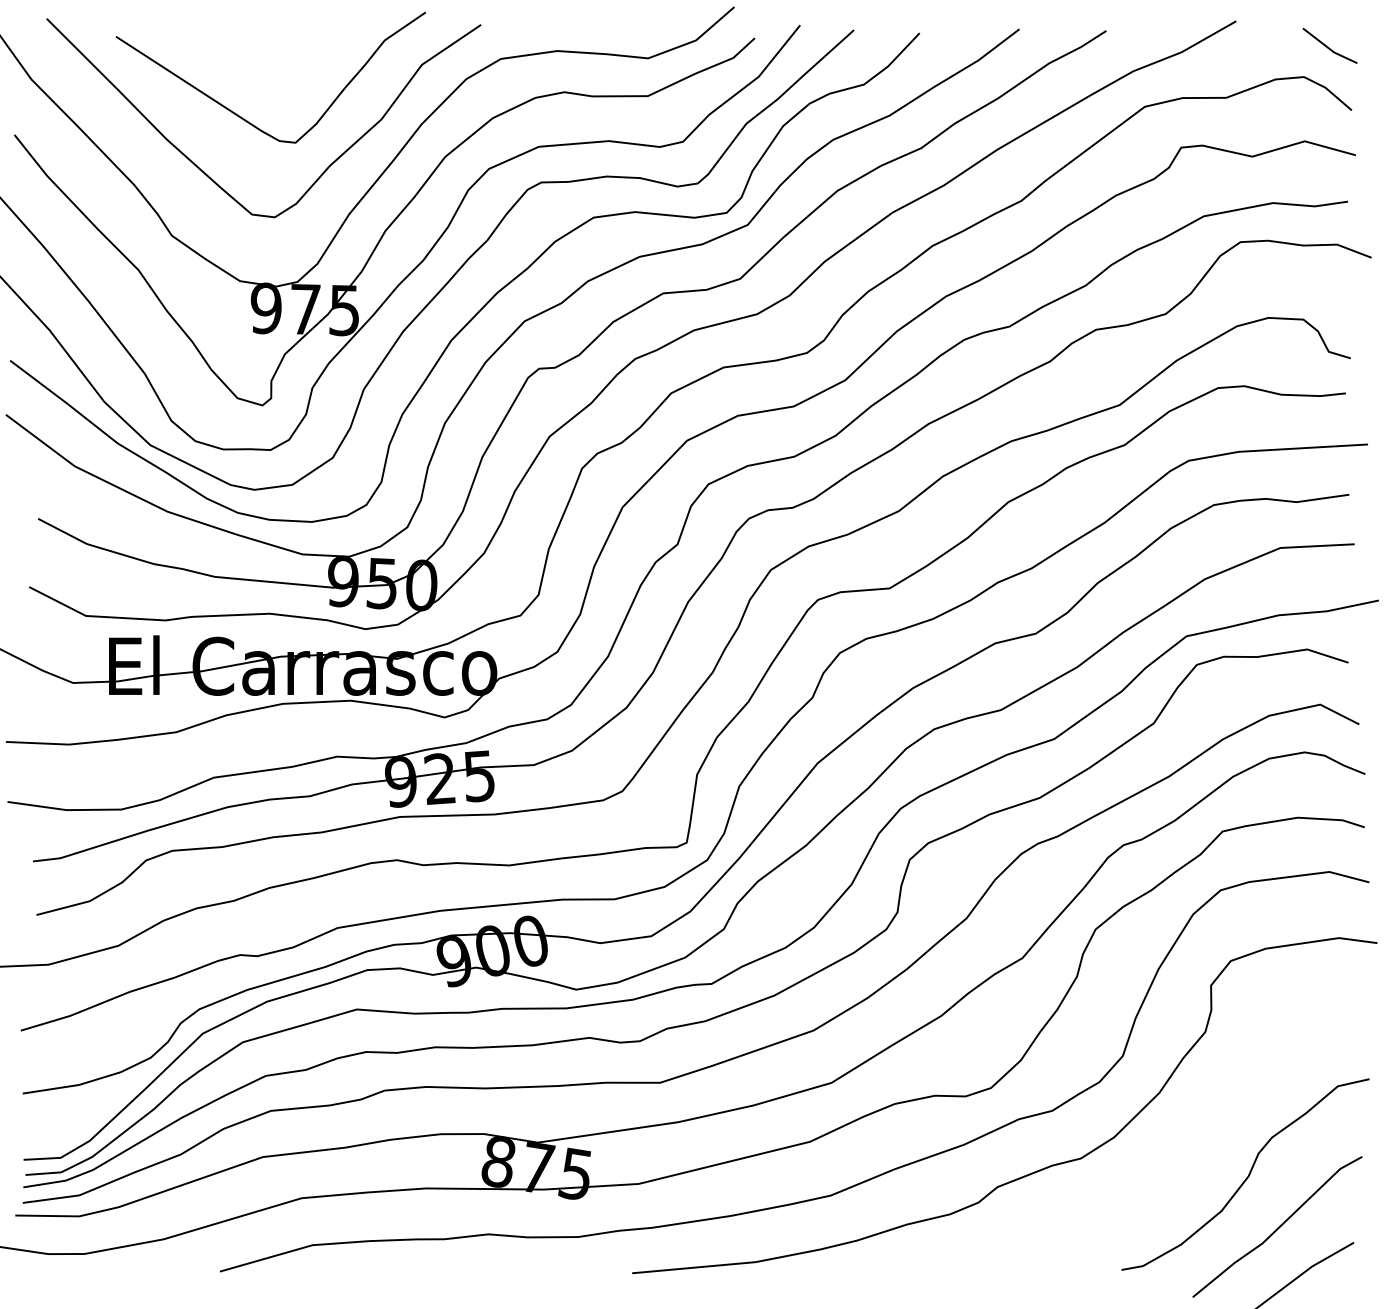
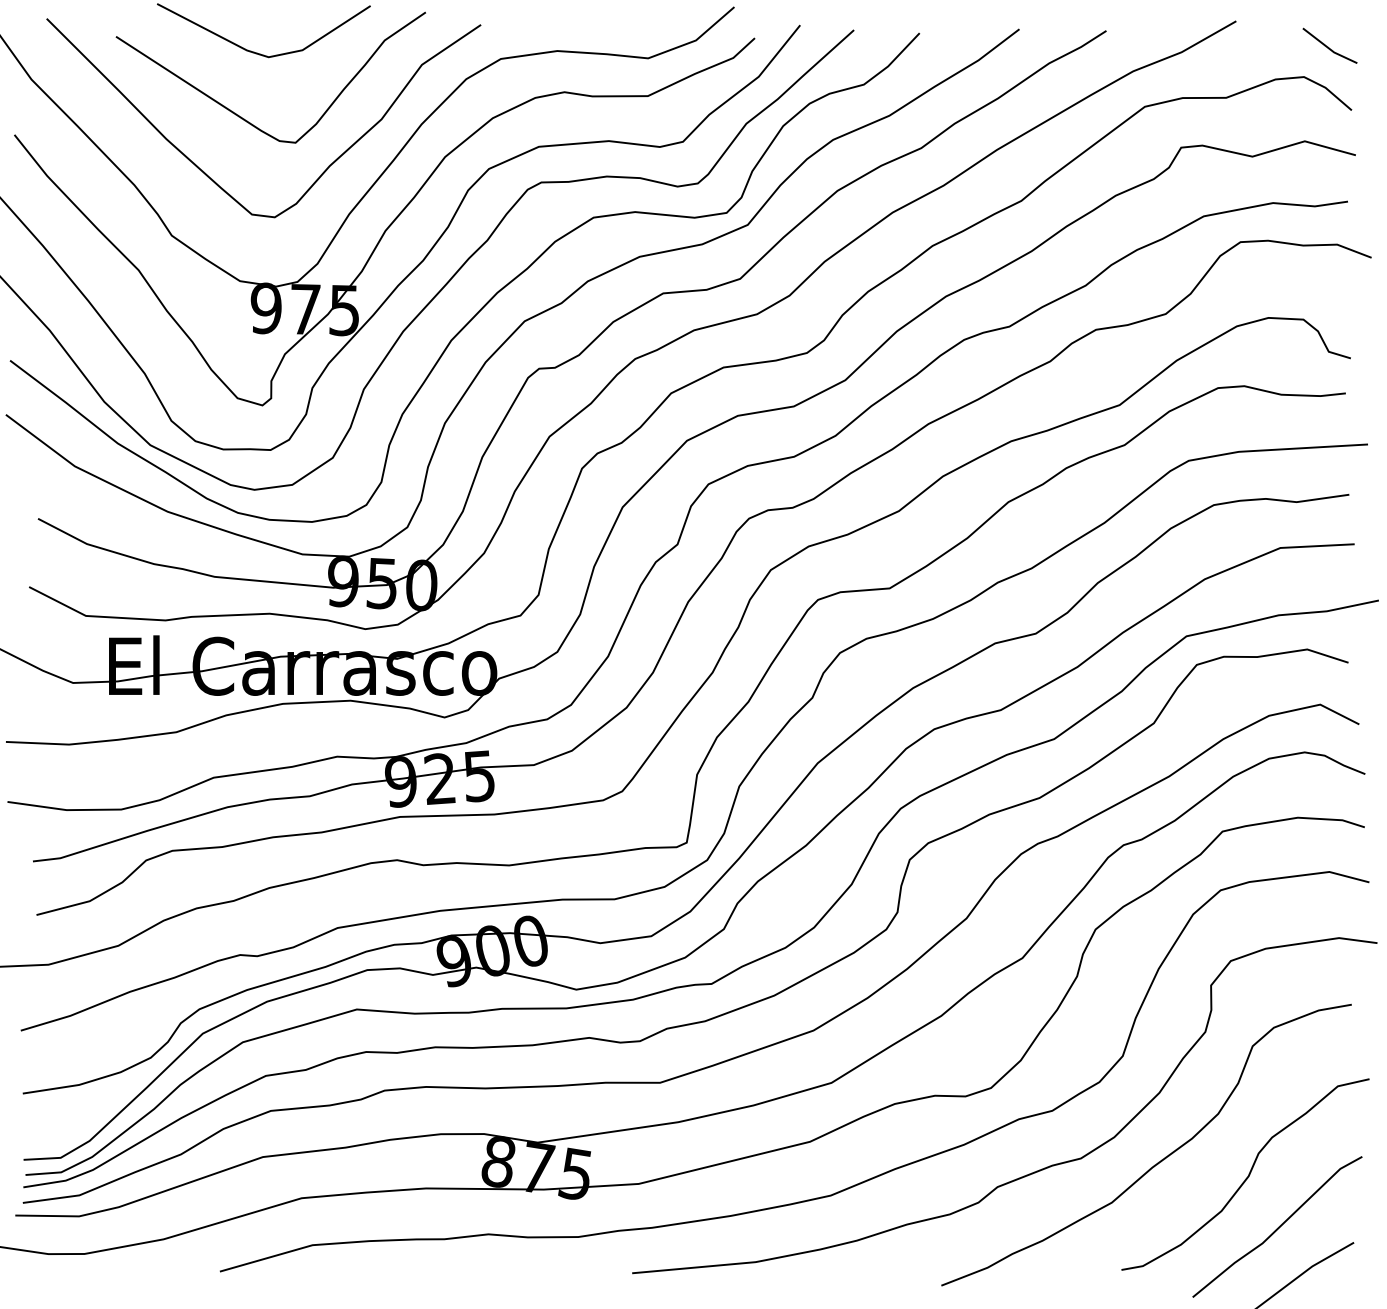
line at (257, 52): none -> present
curve at (1157, 1162): none -> present
